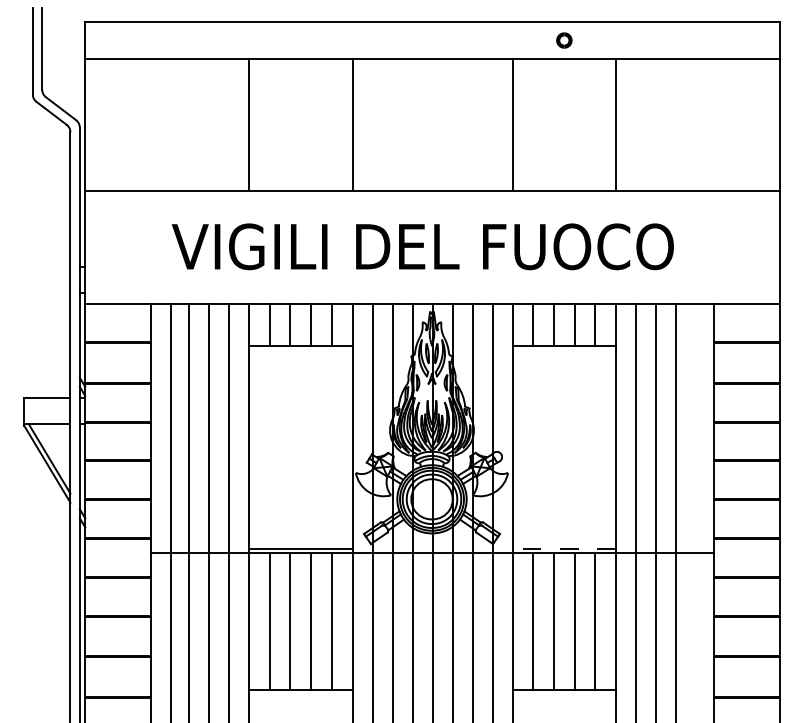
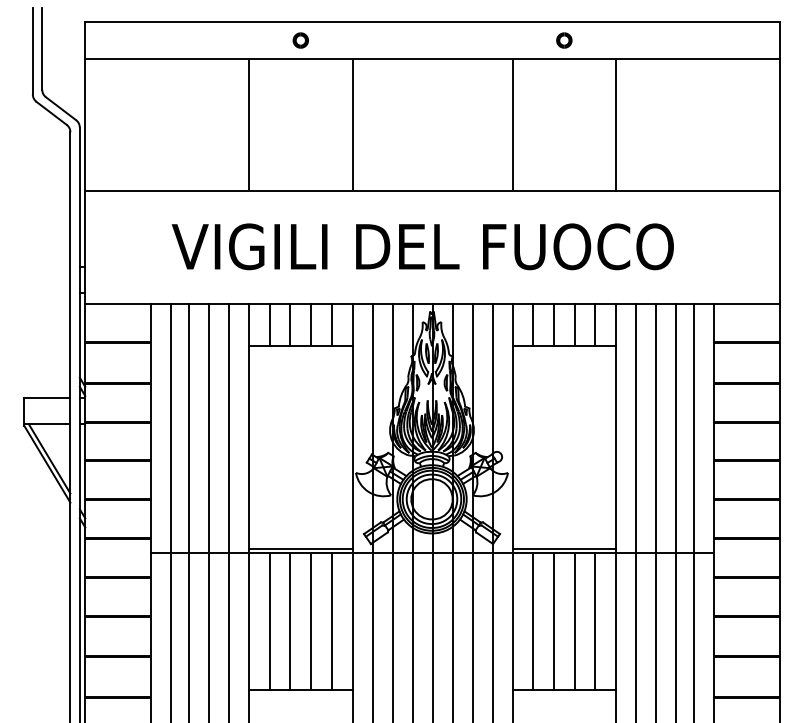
part at (300, 40): none -> present
line at (693, 511): none -> present
line at (564, 548): dashed -> solid
